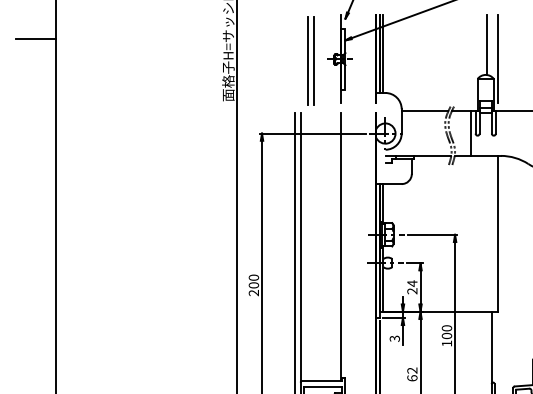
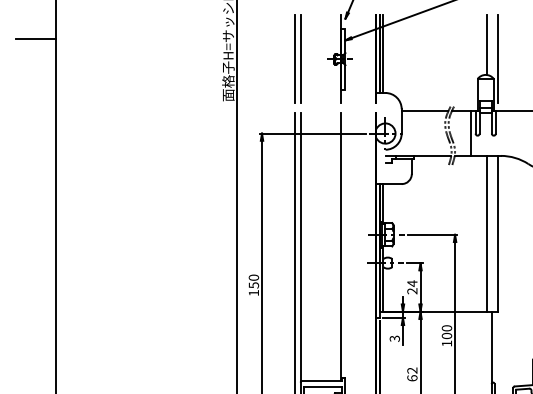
part at (310, 60) position: (310, 60) -> (297, 58)
line at (487, 233): none -> present
text at (253, 289): 200 -> 150
